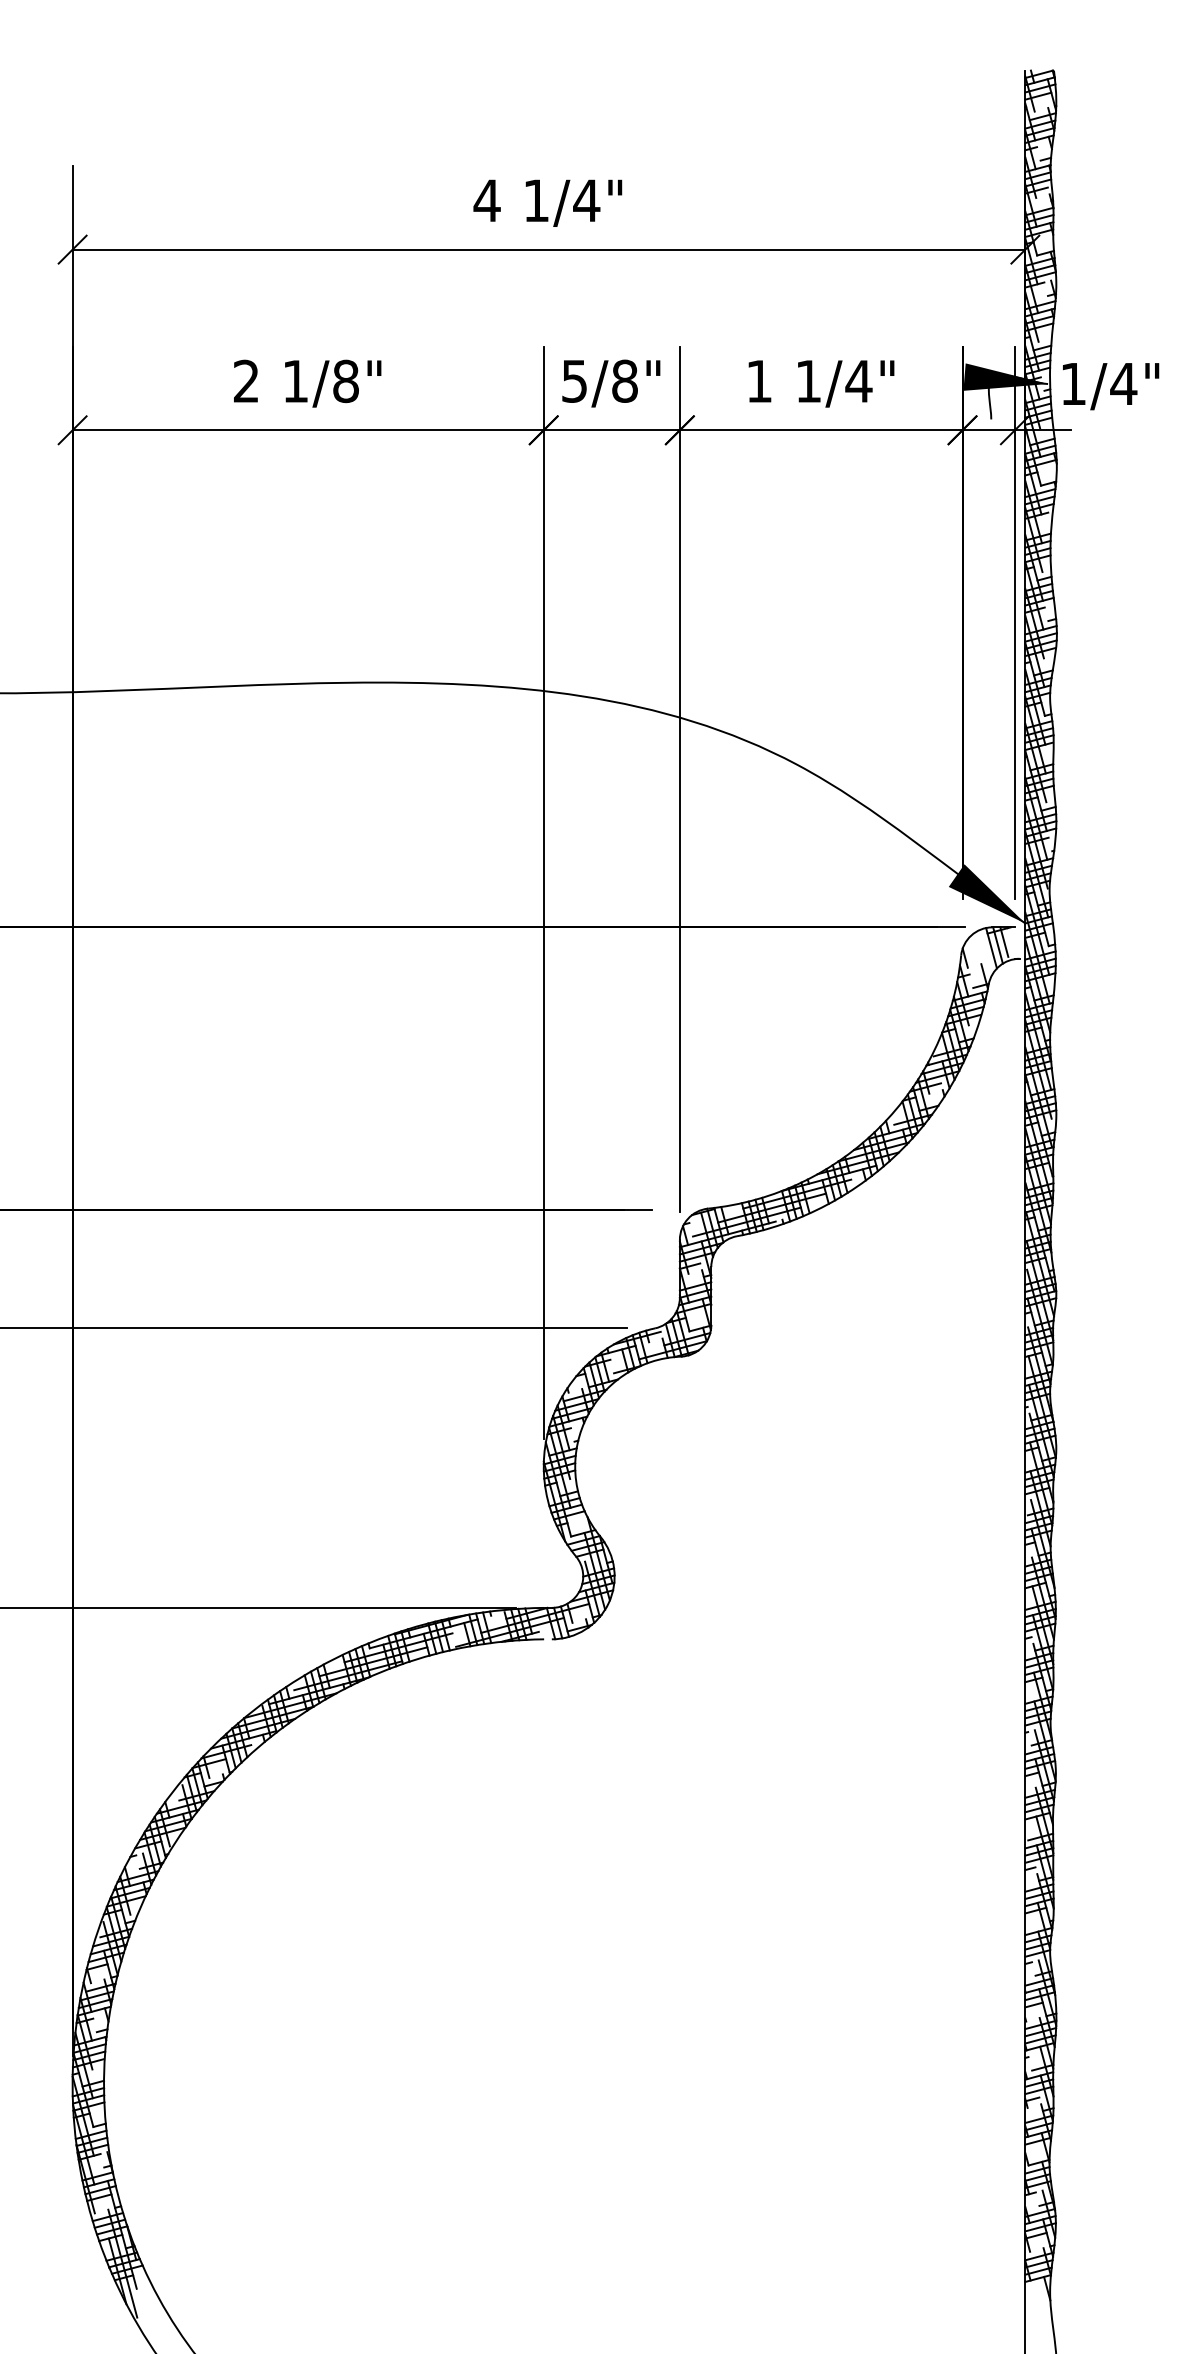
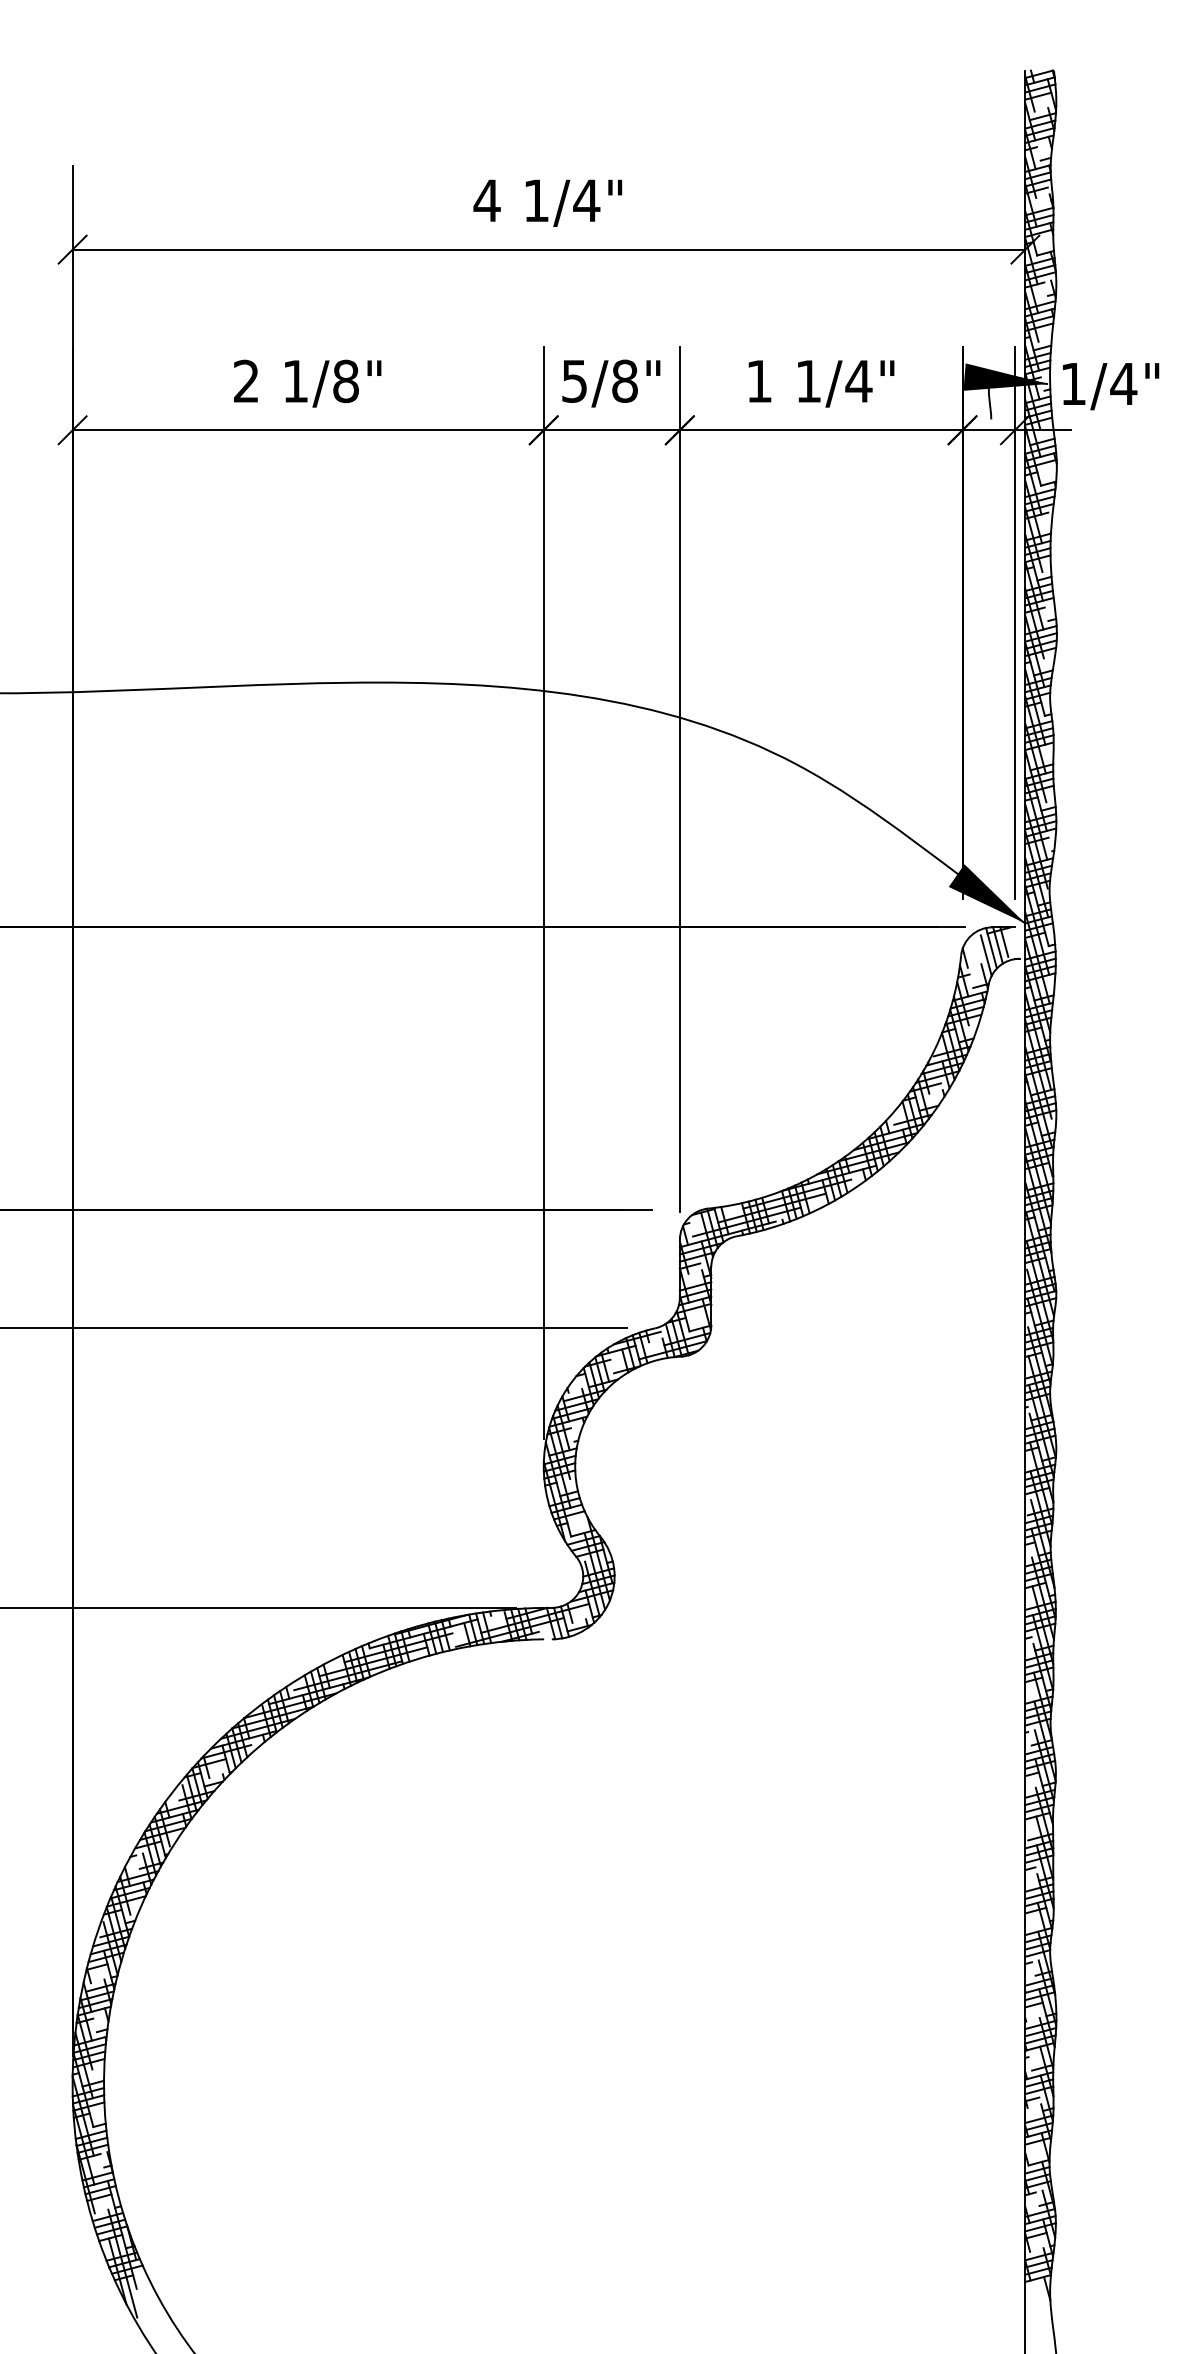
line at (985, 955): none -> present
